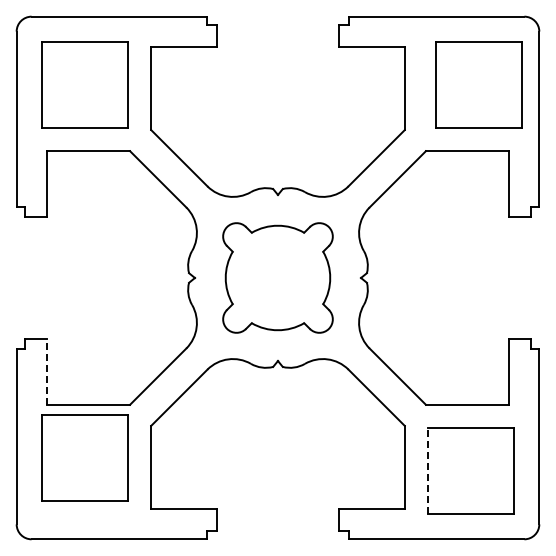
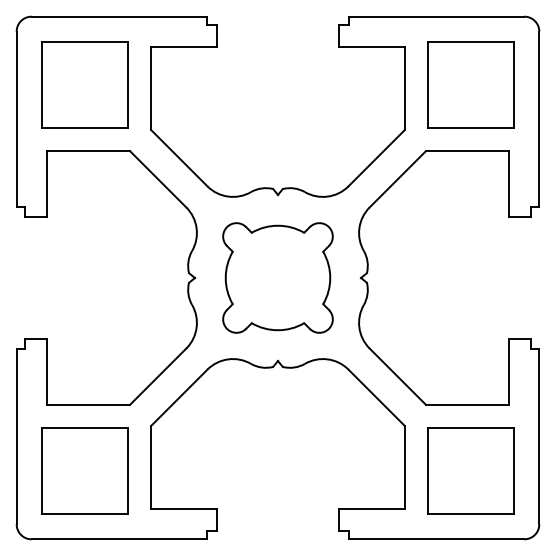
part at (478, 84) position: (478, 84) -> (470, 84)
line at (46, 372): dashed -> solid
part at (84, 457) position: (84, 457) -> (84, 470)
line at (428, 471): dashed -> solid
